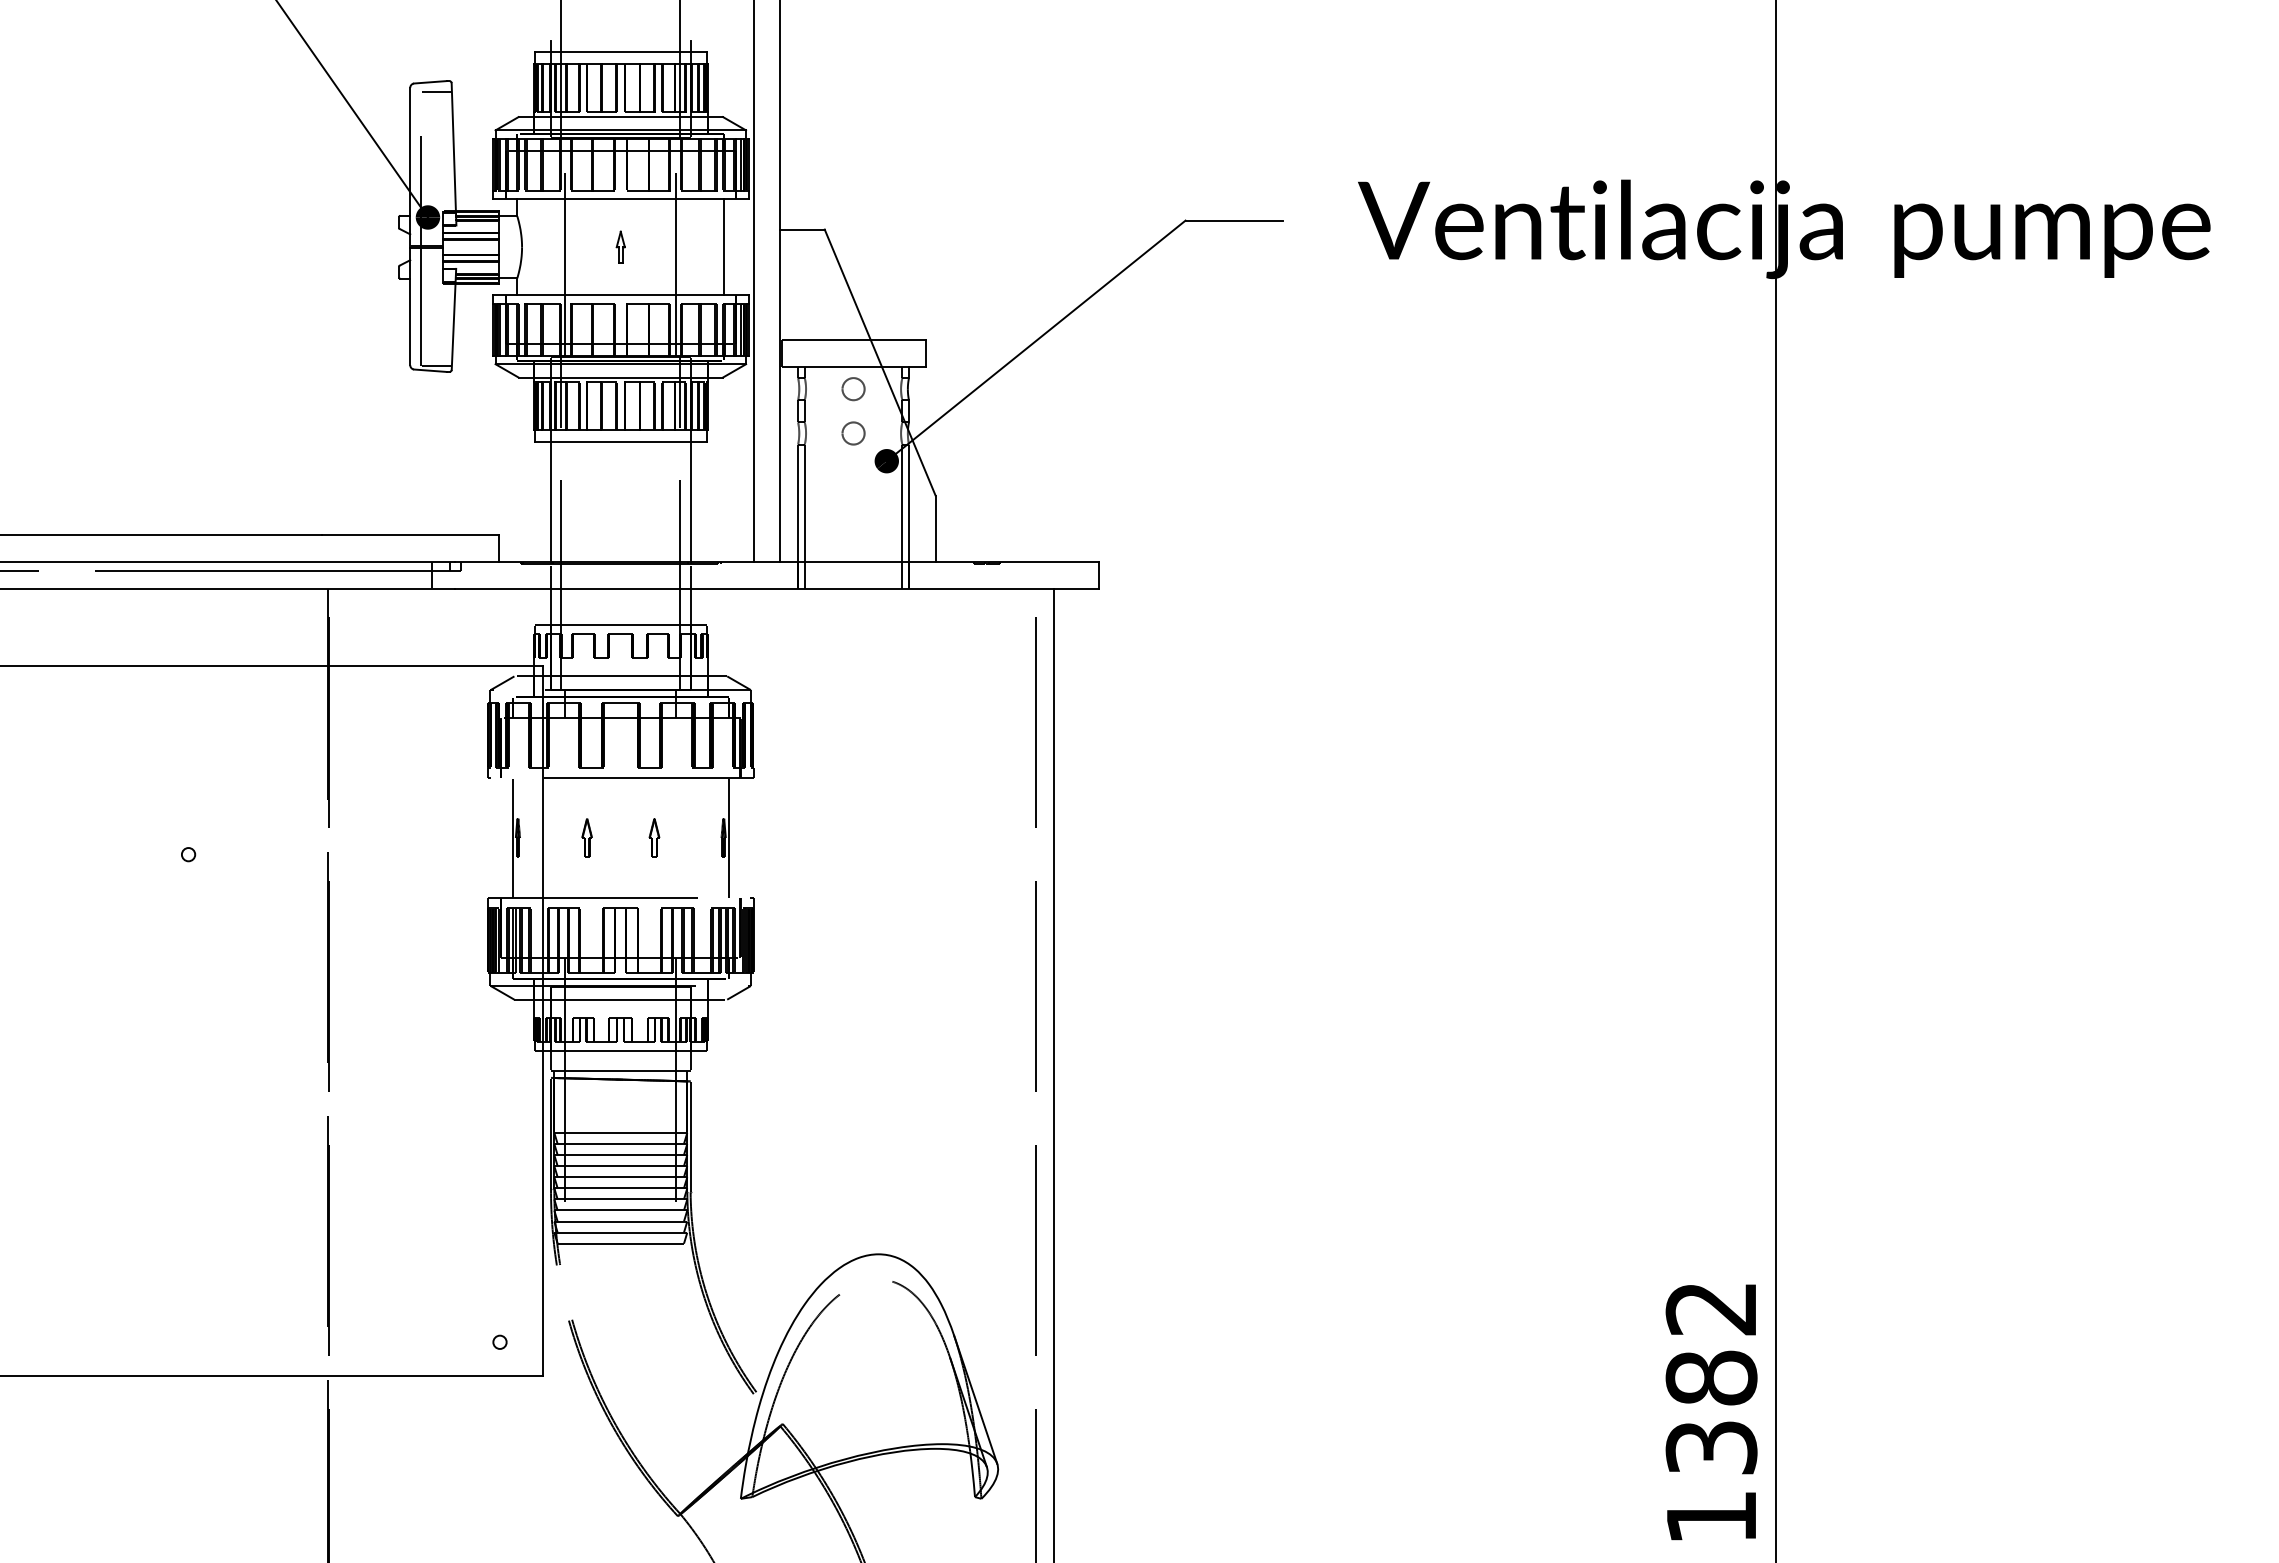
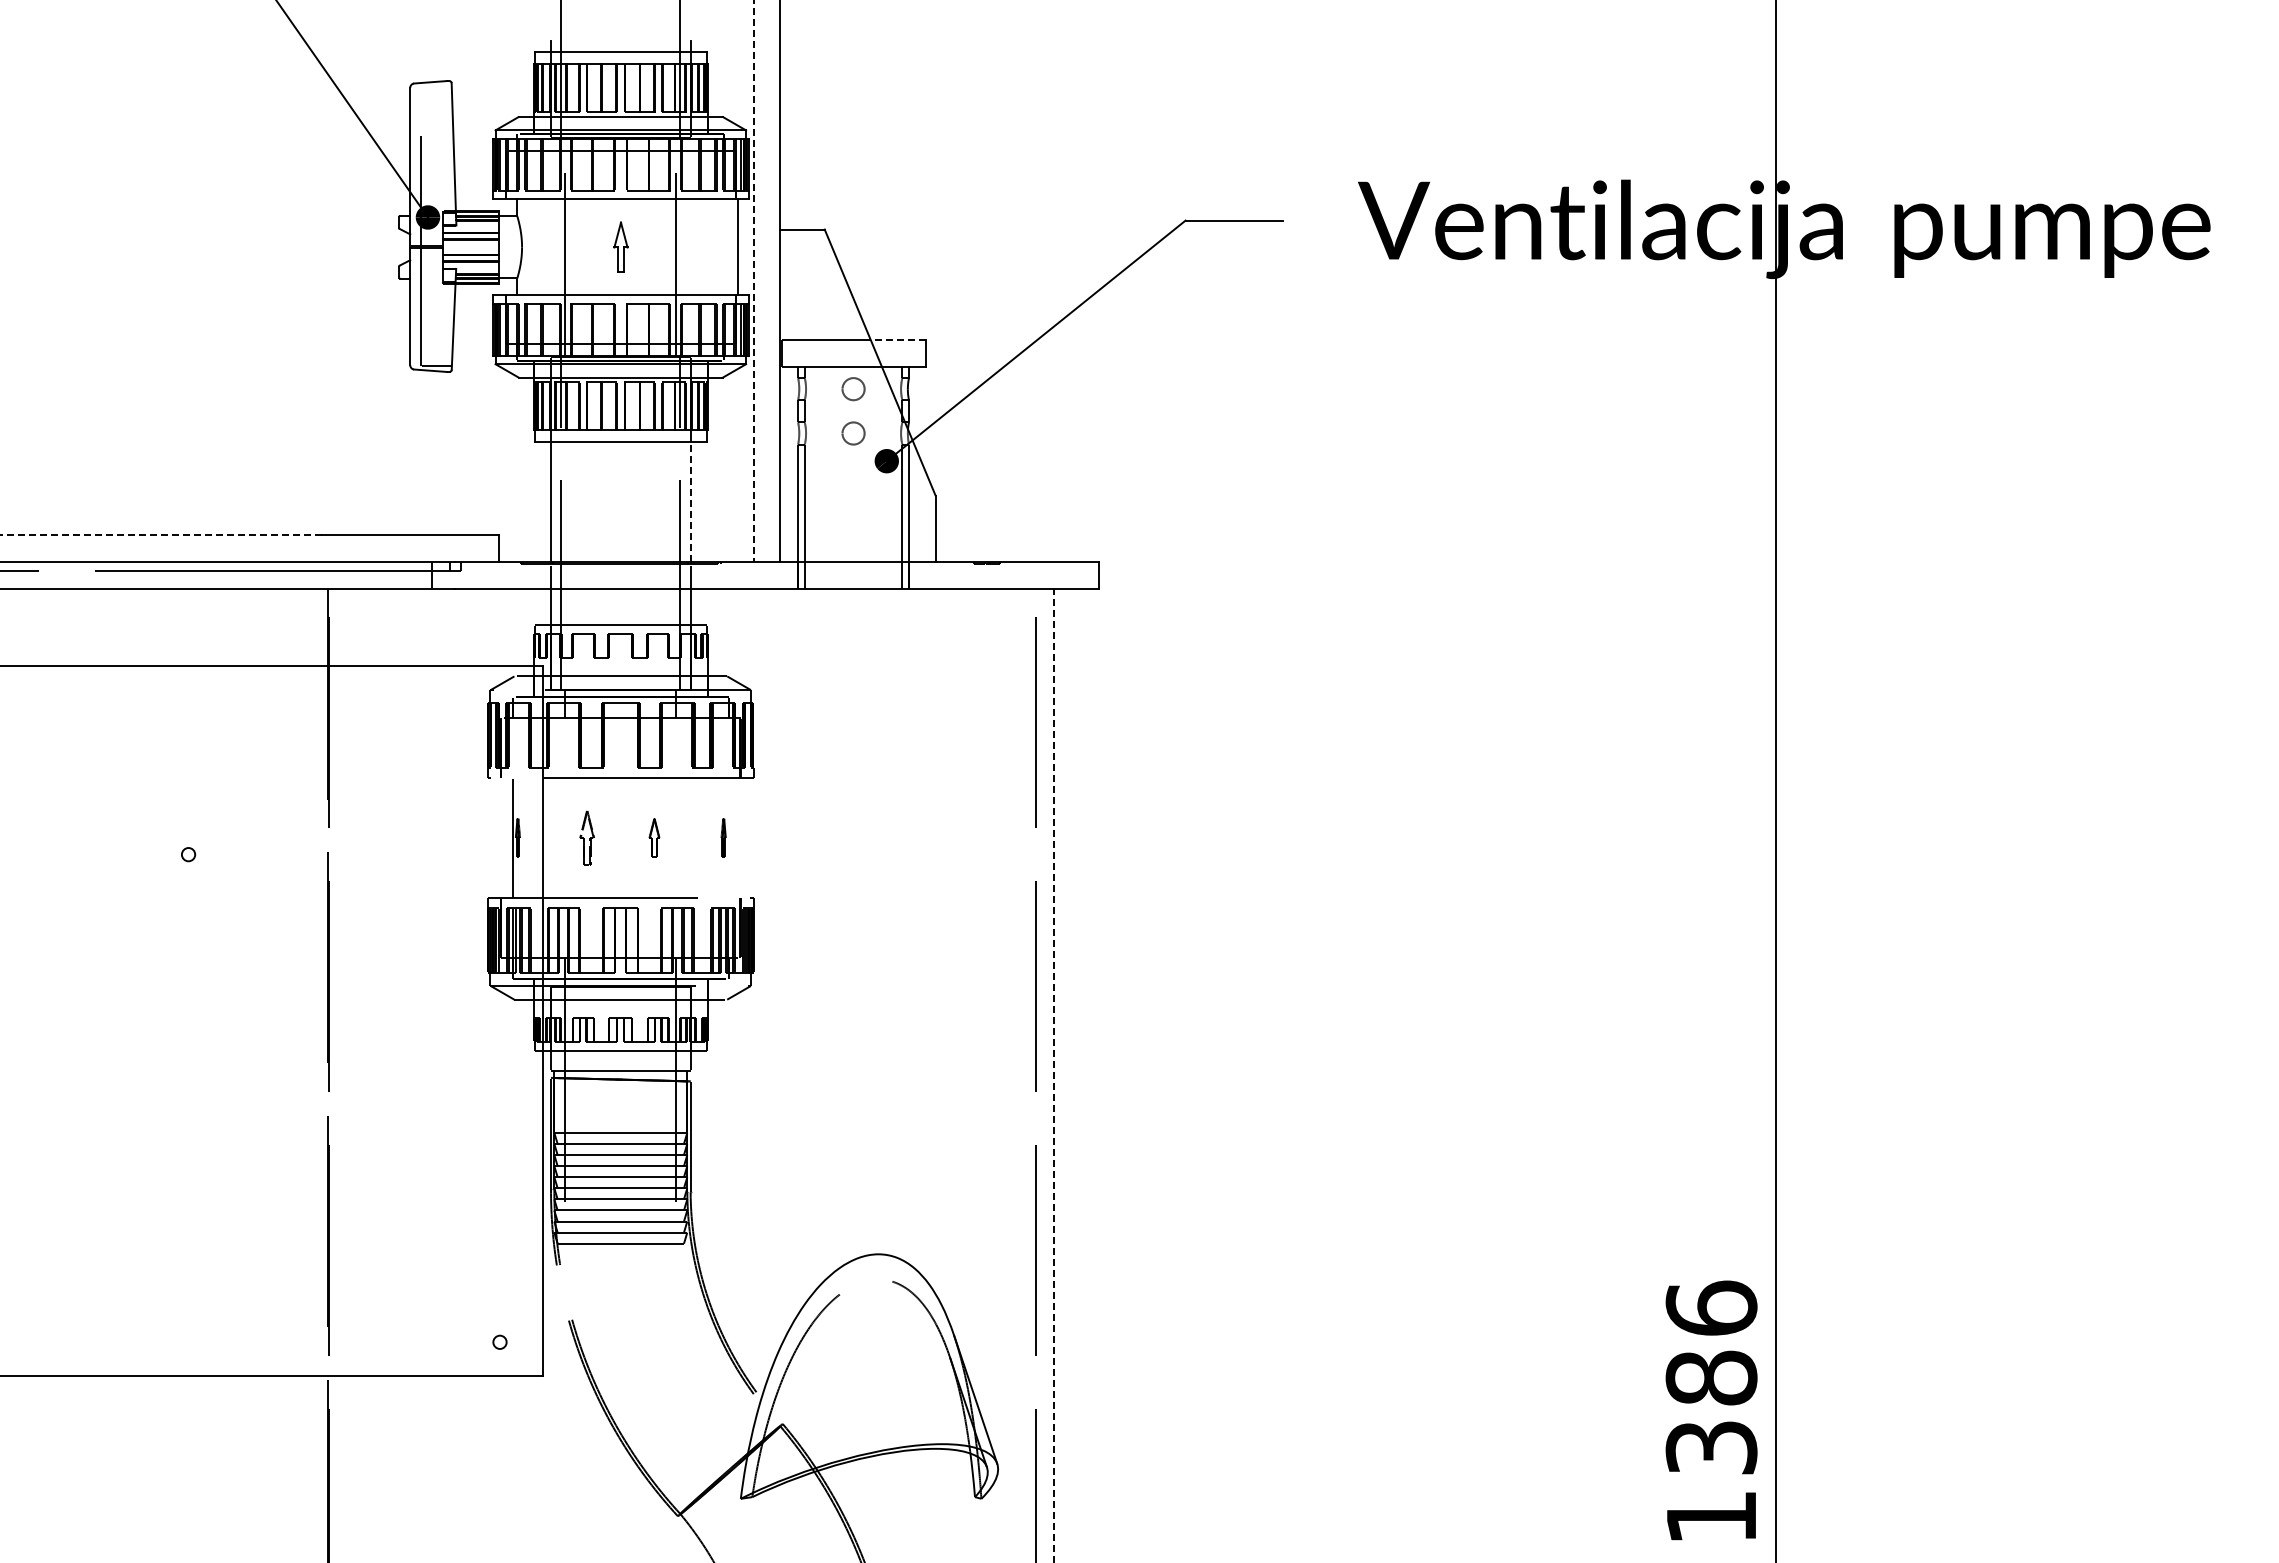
line at (436, 92): present -> none
part at (620, 246) size: 11x34 px -> 16x52 px
line at (724, 247) position: (724, 247) -> (738, 247)
line at (753, 281): solid -> dashed
line at (897, 340): solid -> dashed
line at (690, 502): solid -> dashed
line at (160, 535): solid -> dashed
part at (586, 837) size: 12x40 px -> 16x56 px
line at (728, 837): present -> none
line at (1054, 1075): solid -> dashed
text at (1711, 1307): 1382 -> 1386
